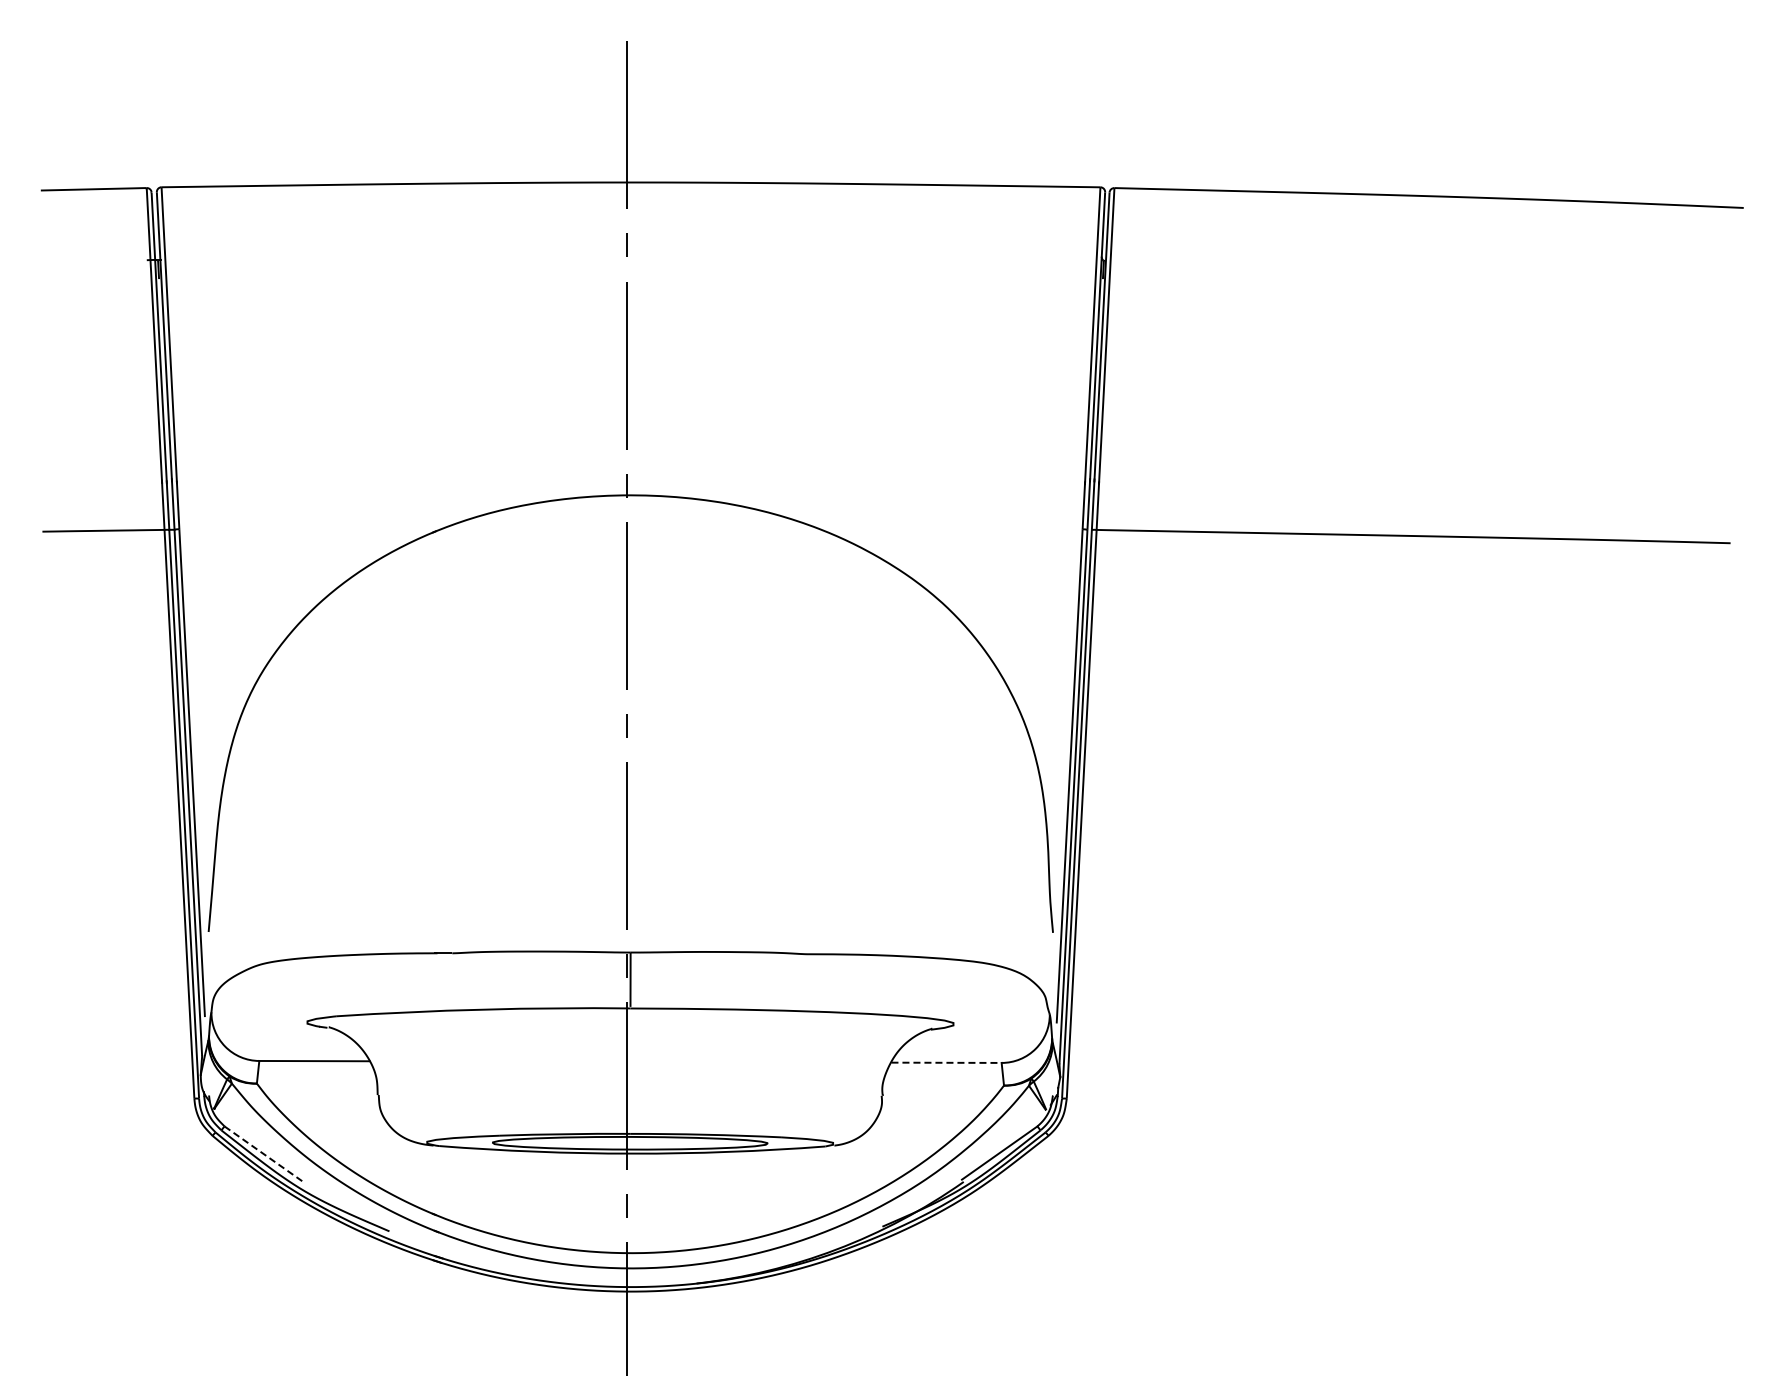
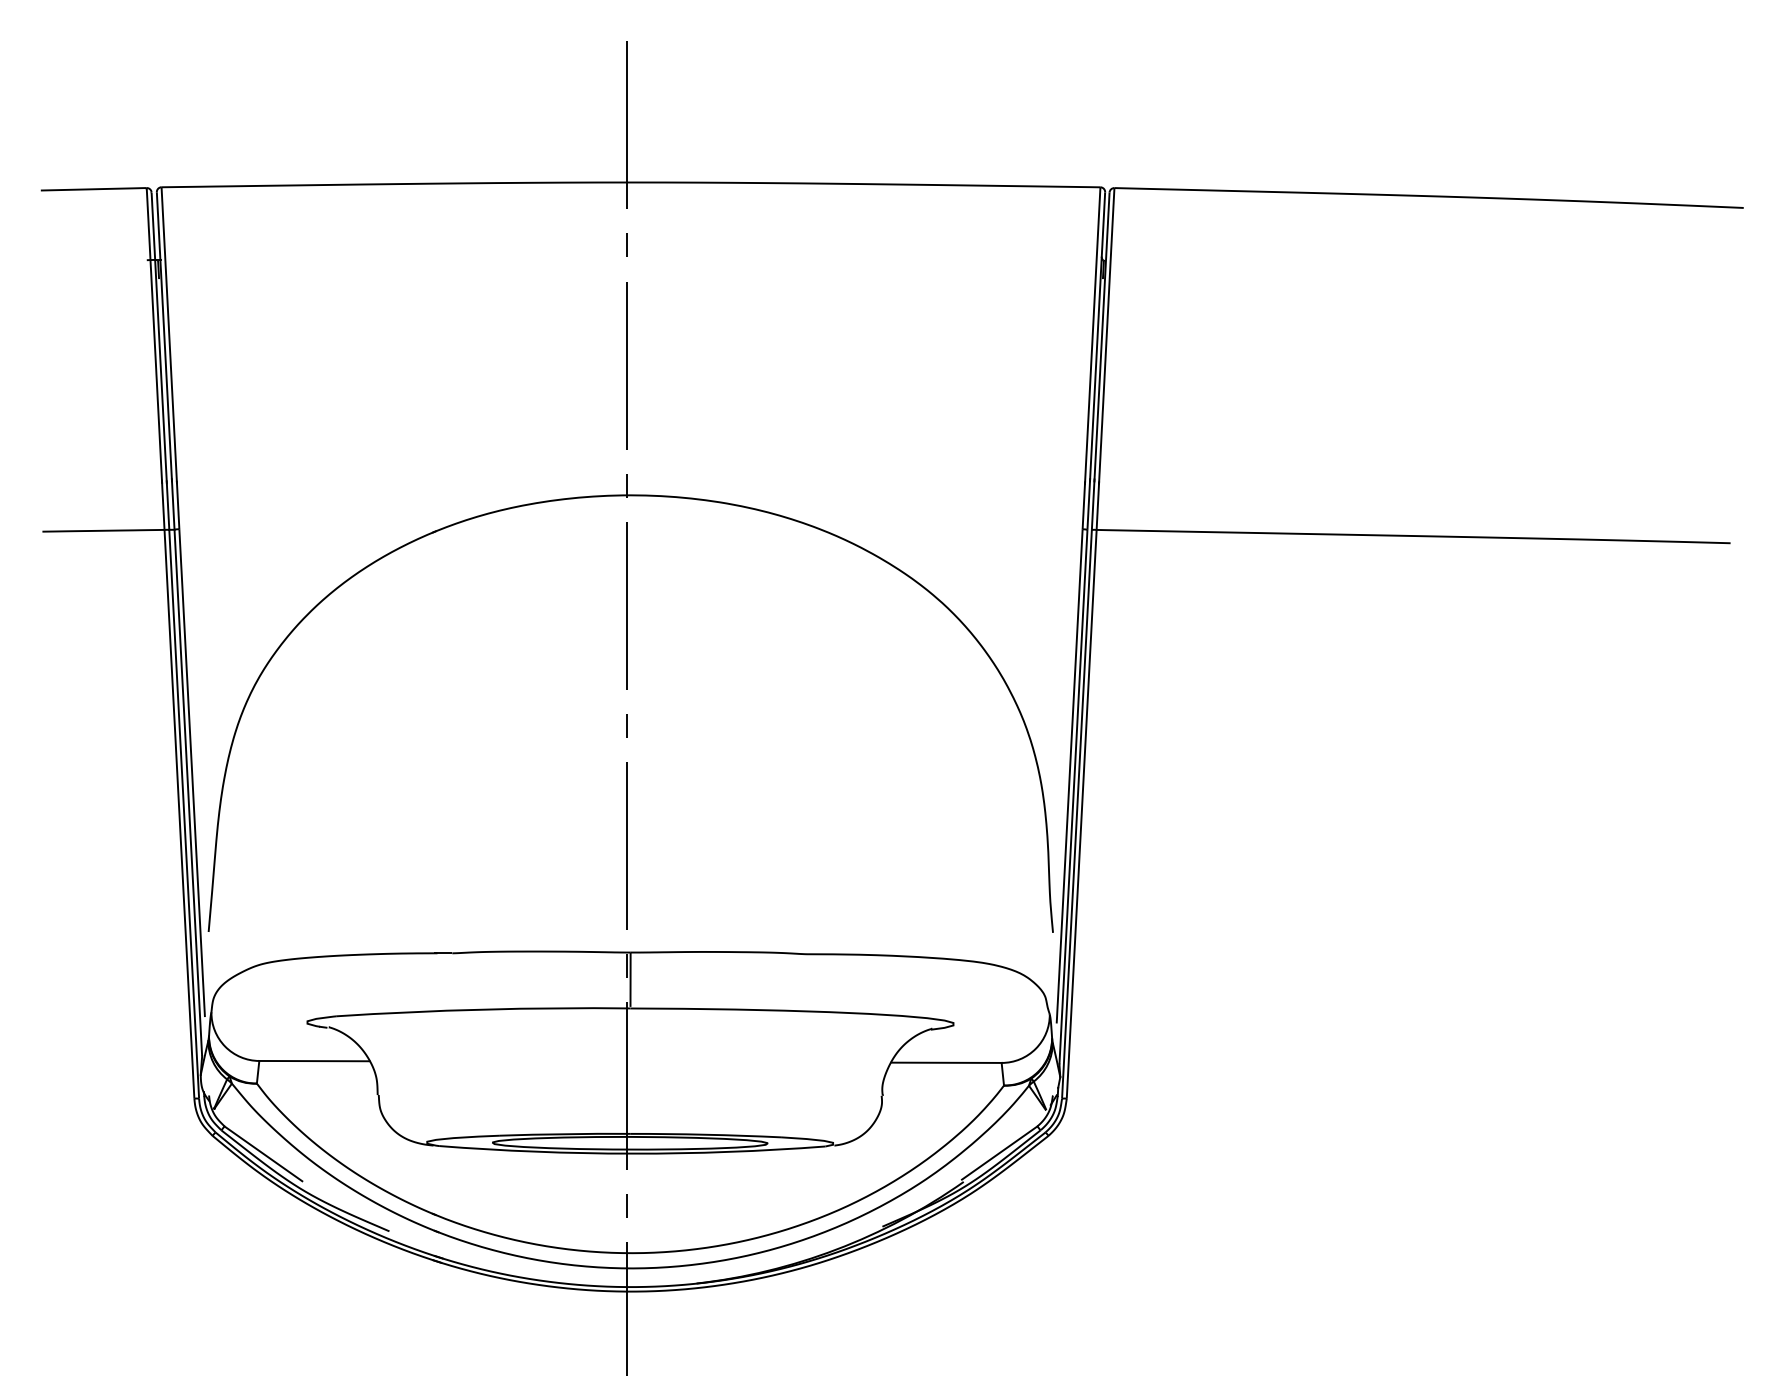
line at (947, 1062): dashed -> solid
line at (263, 1153): dashed -> solid
